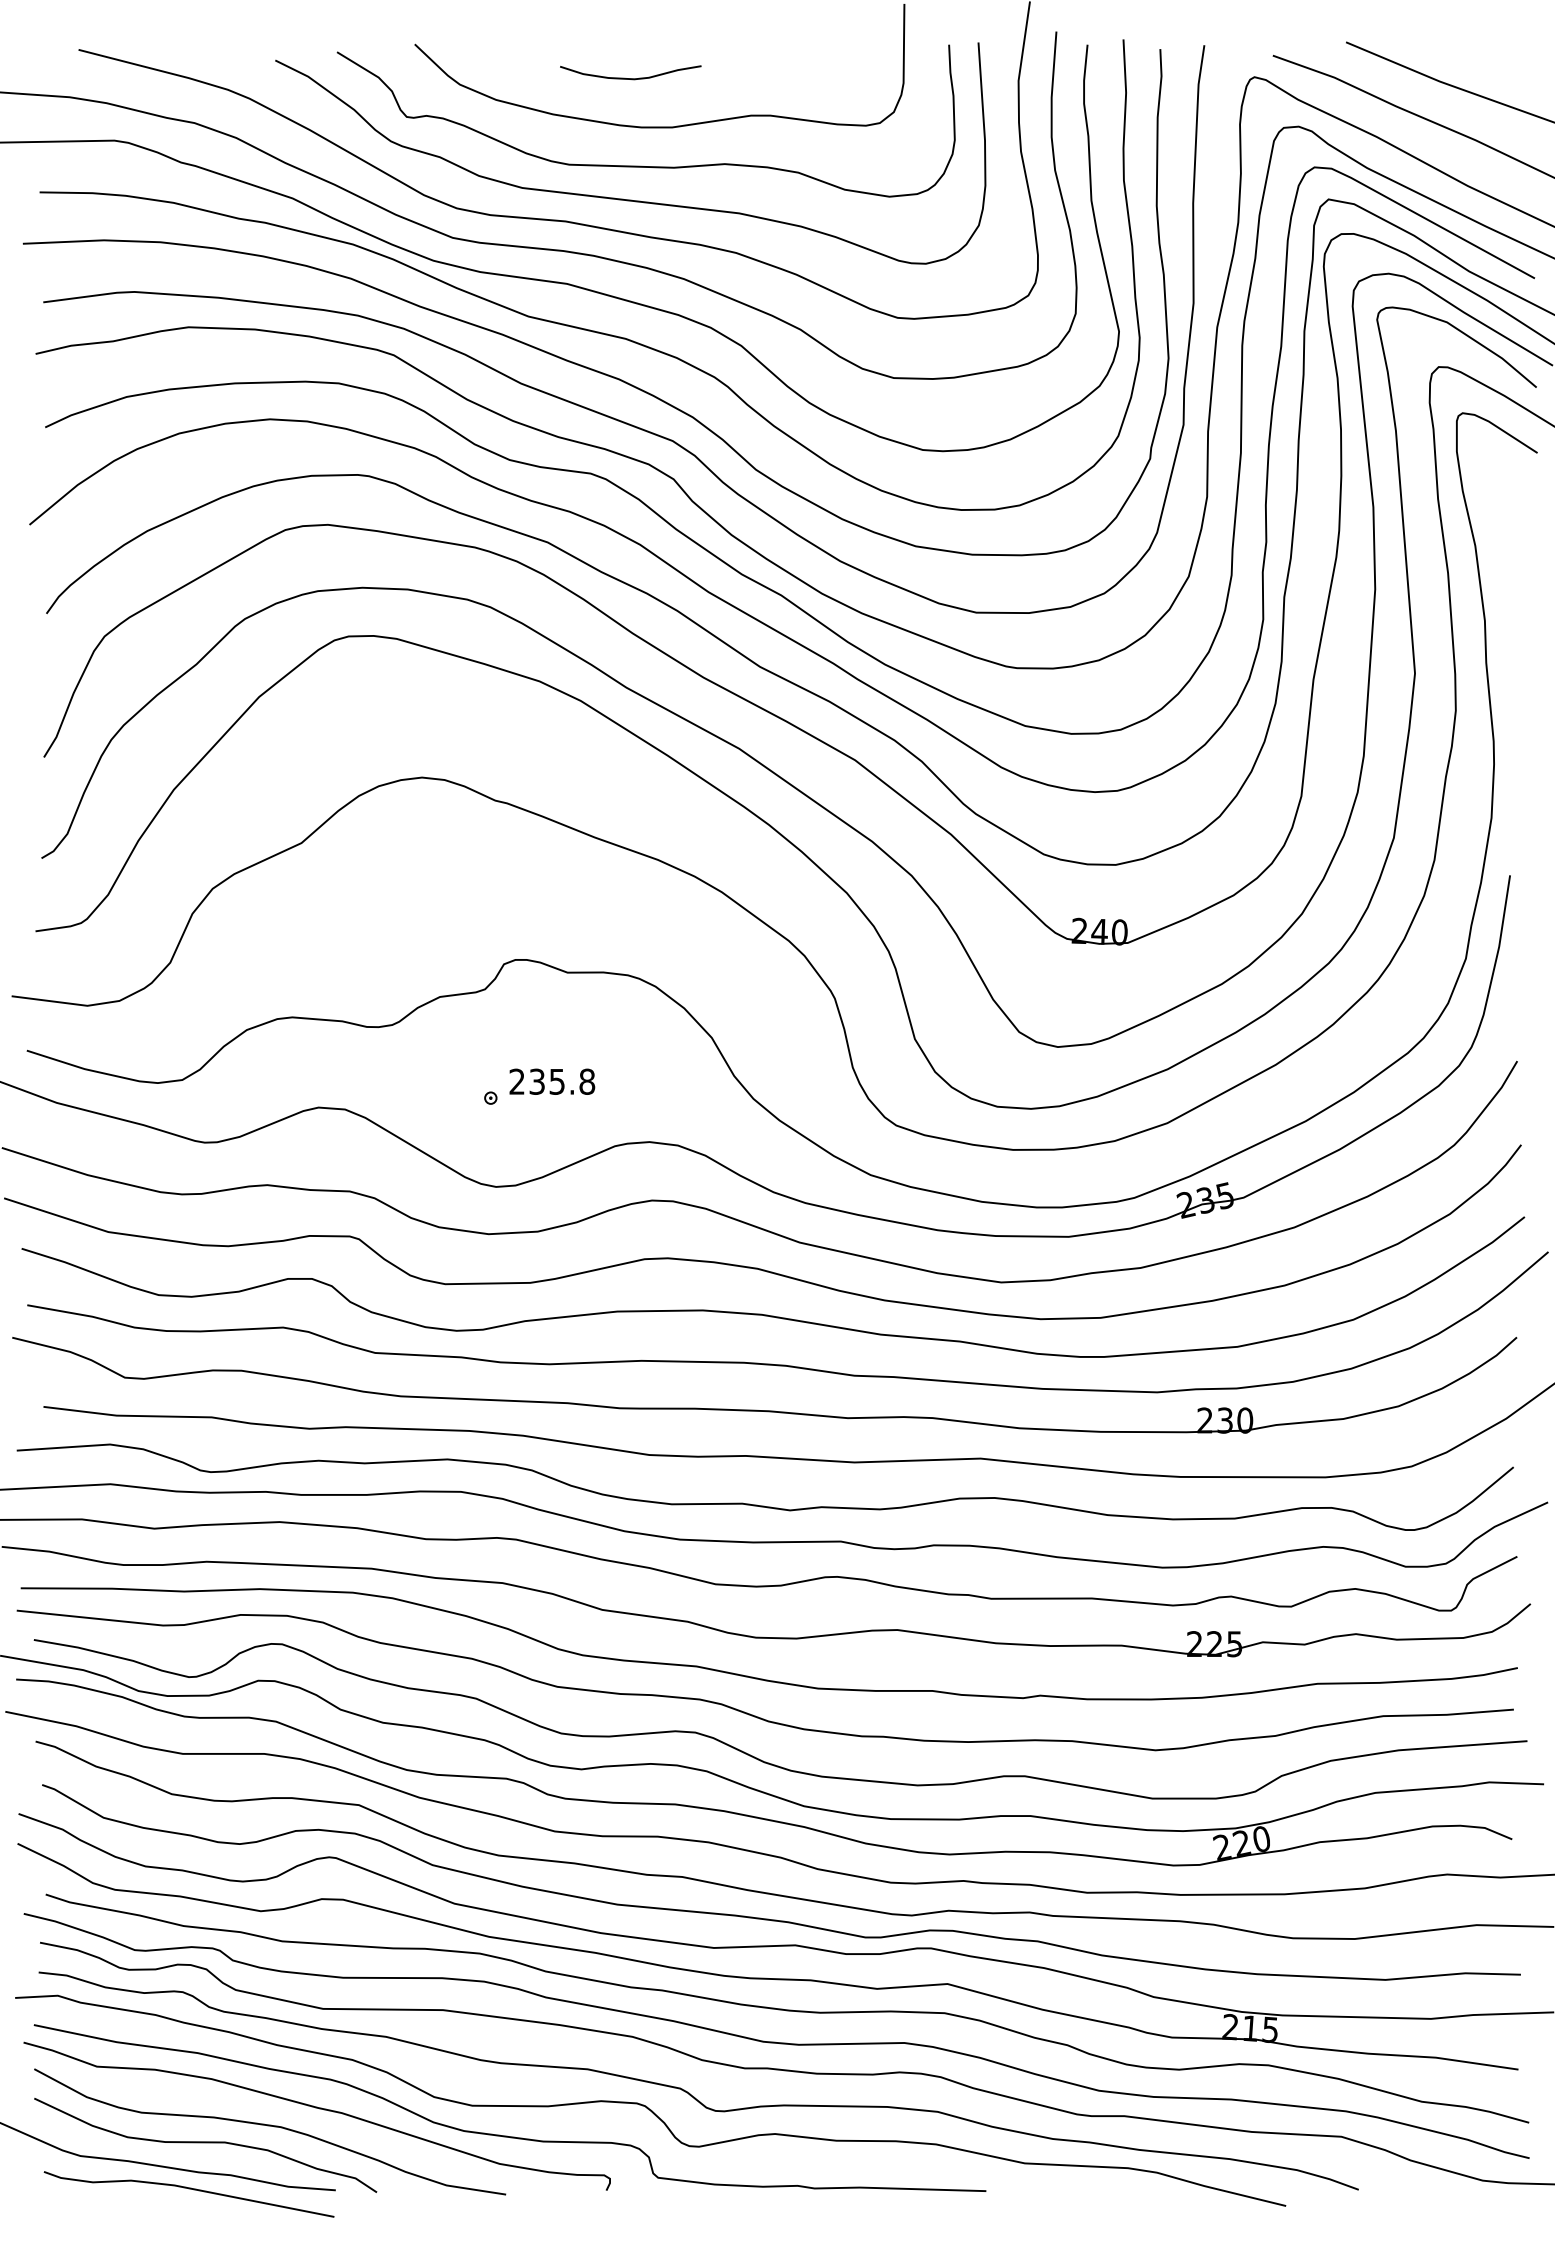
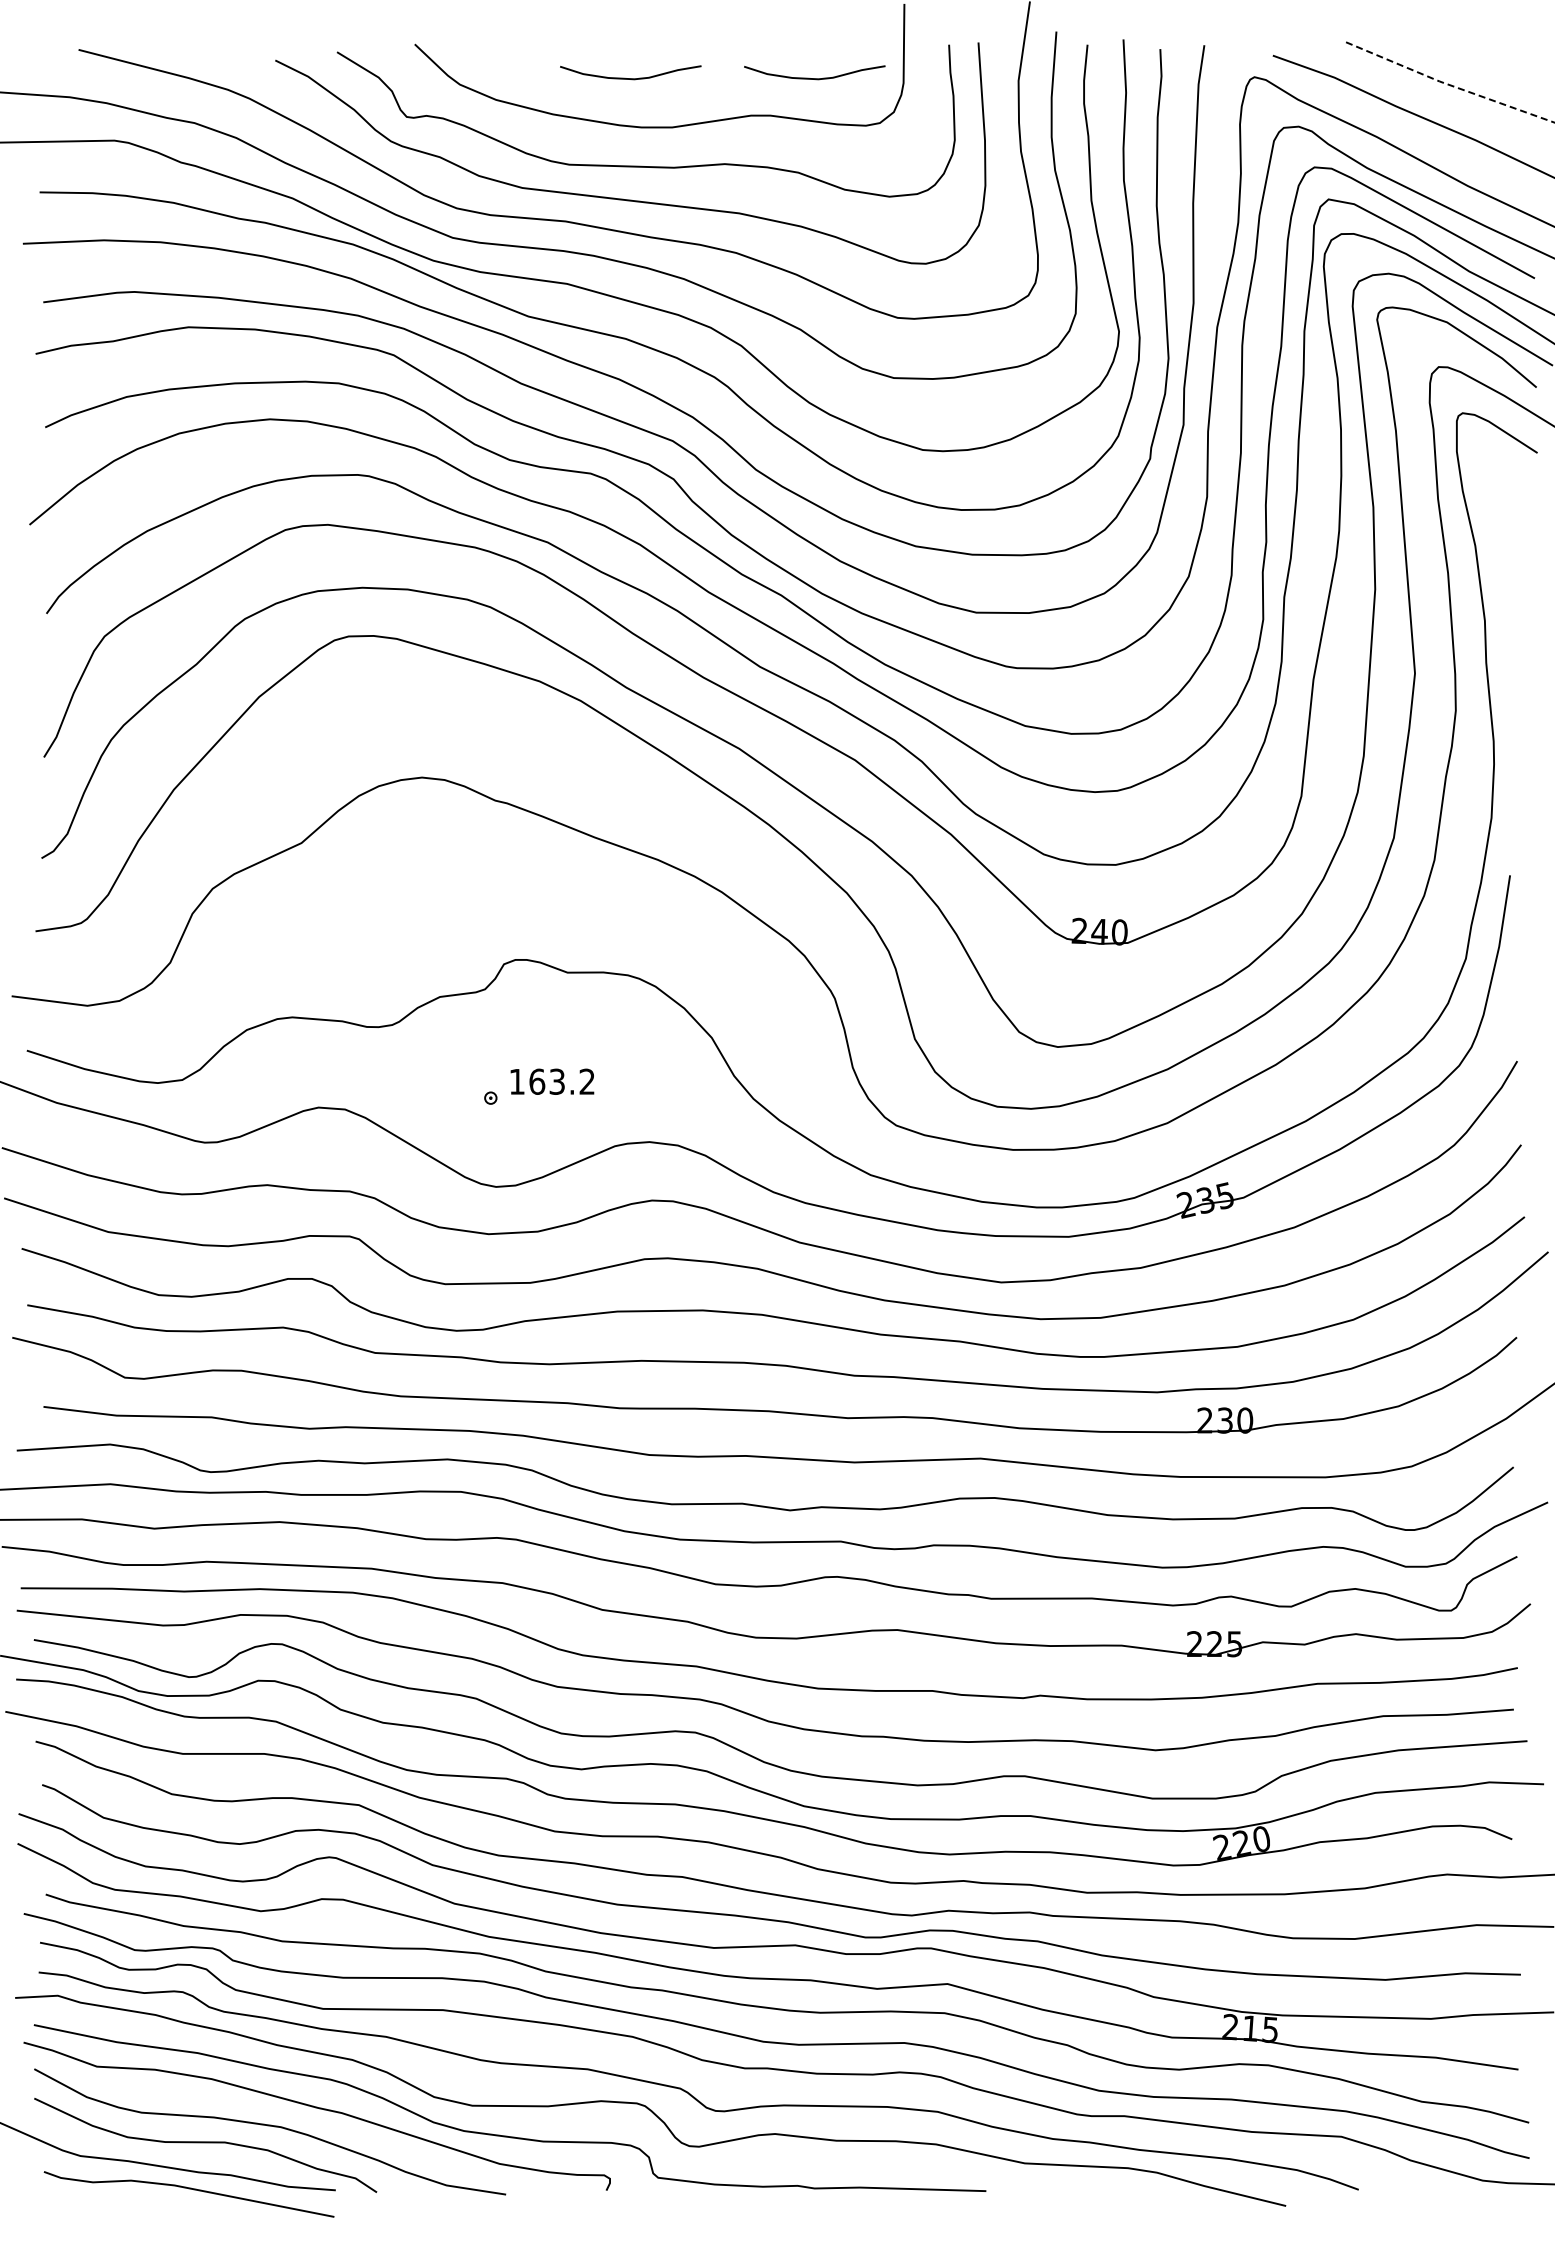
curve at (814, 78): none -> present
line at (1449, 84): solid -> dashed
text at (552, 1081): 235.8 -> 163.2
